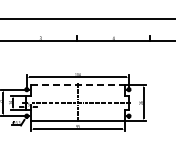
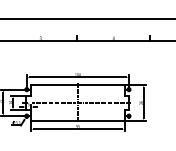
line at (77, 85): dashed -> solid
